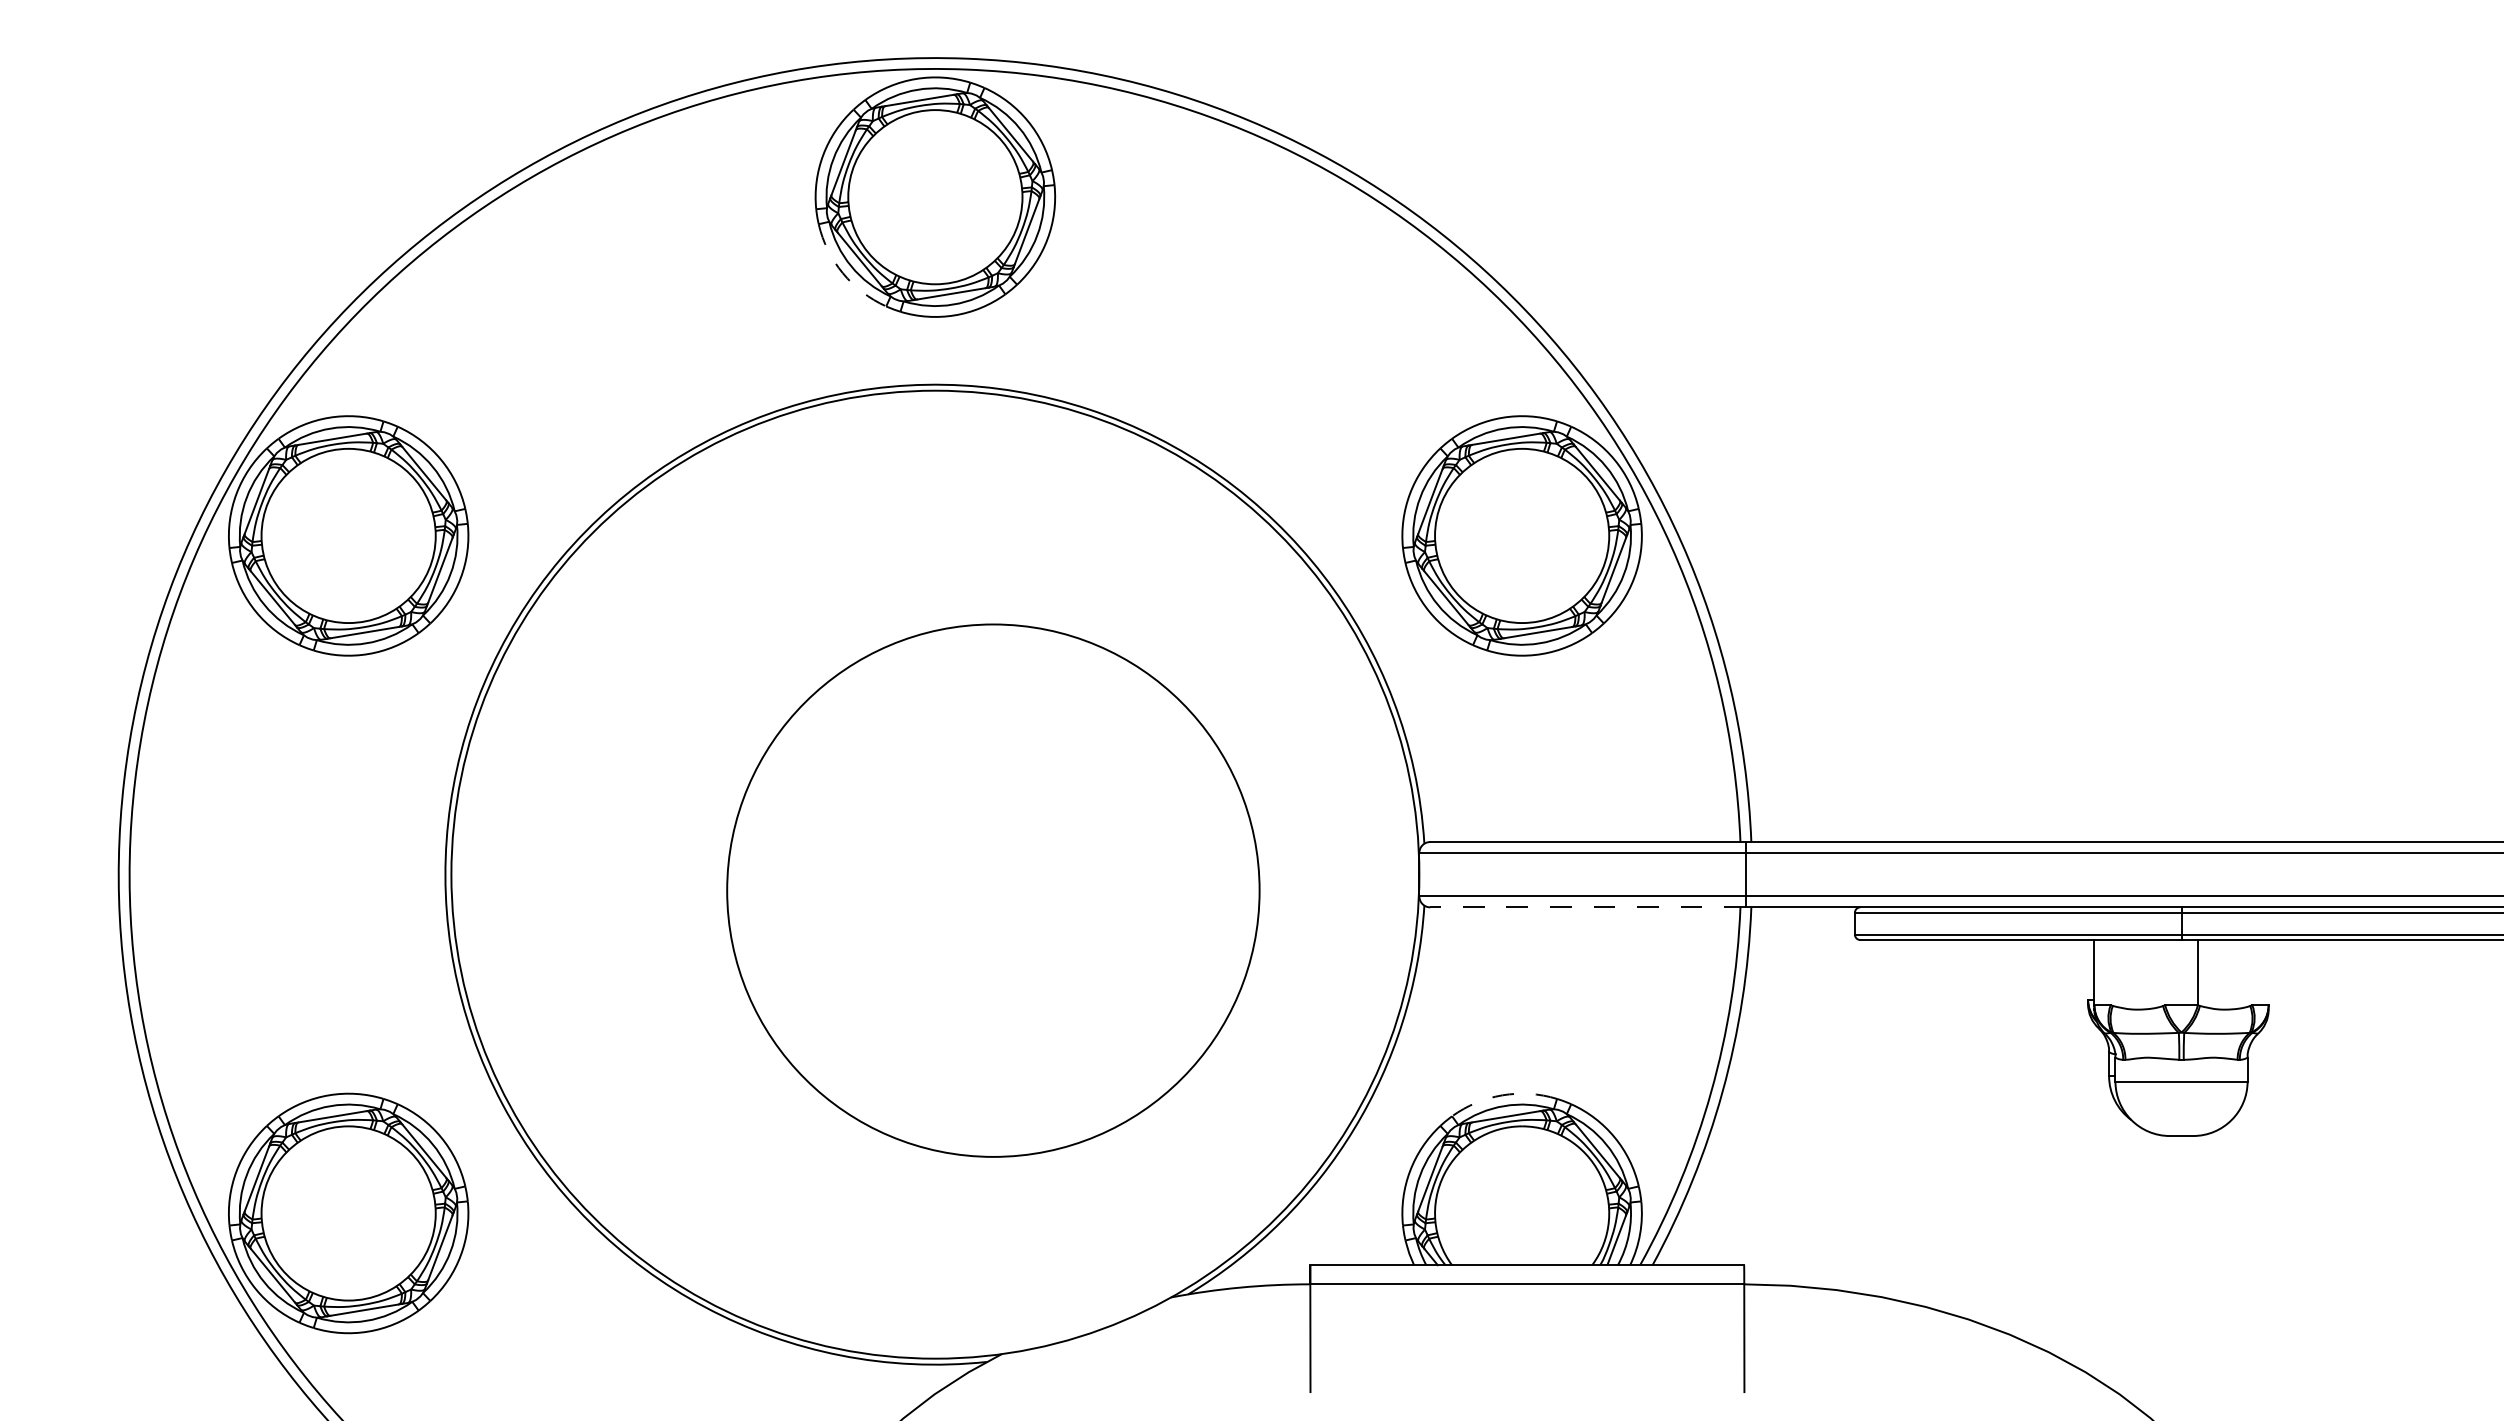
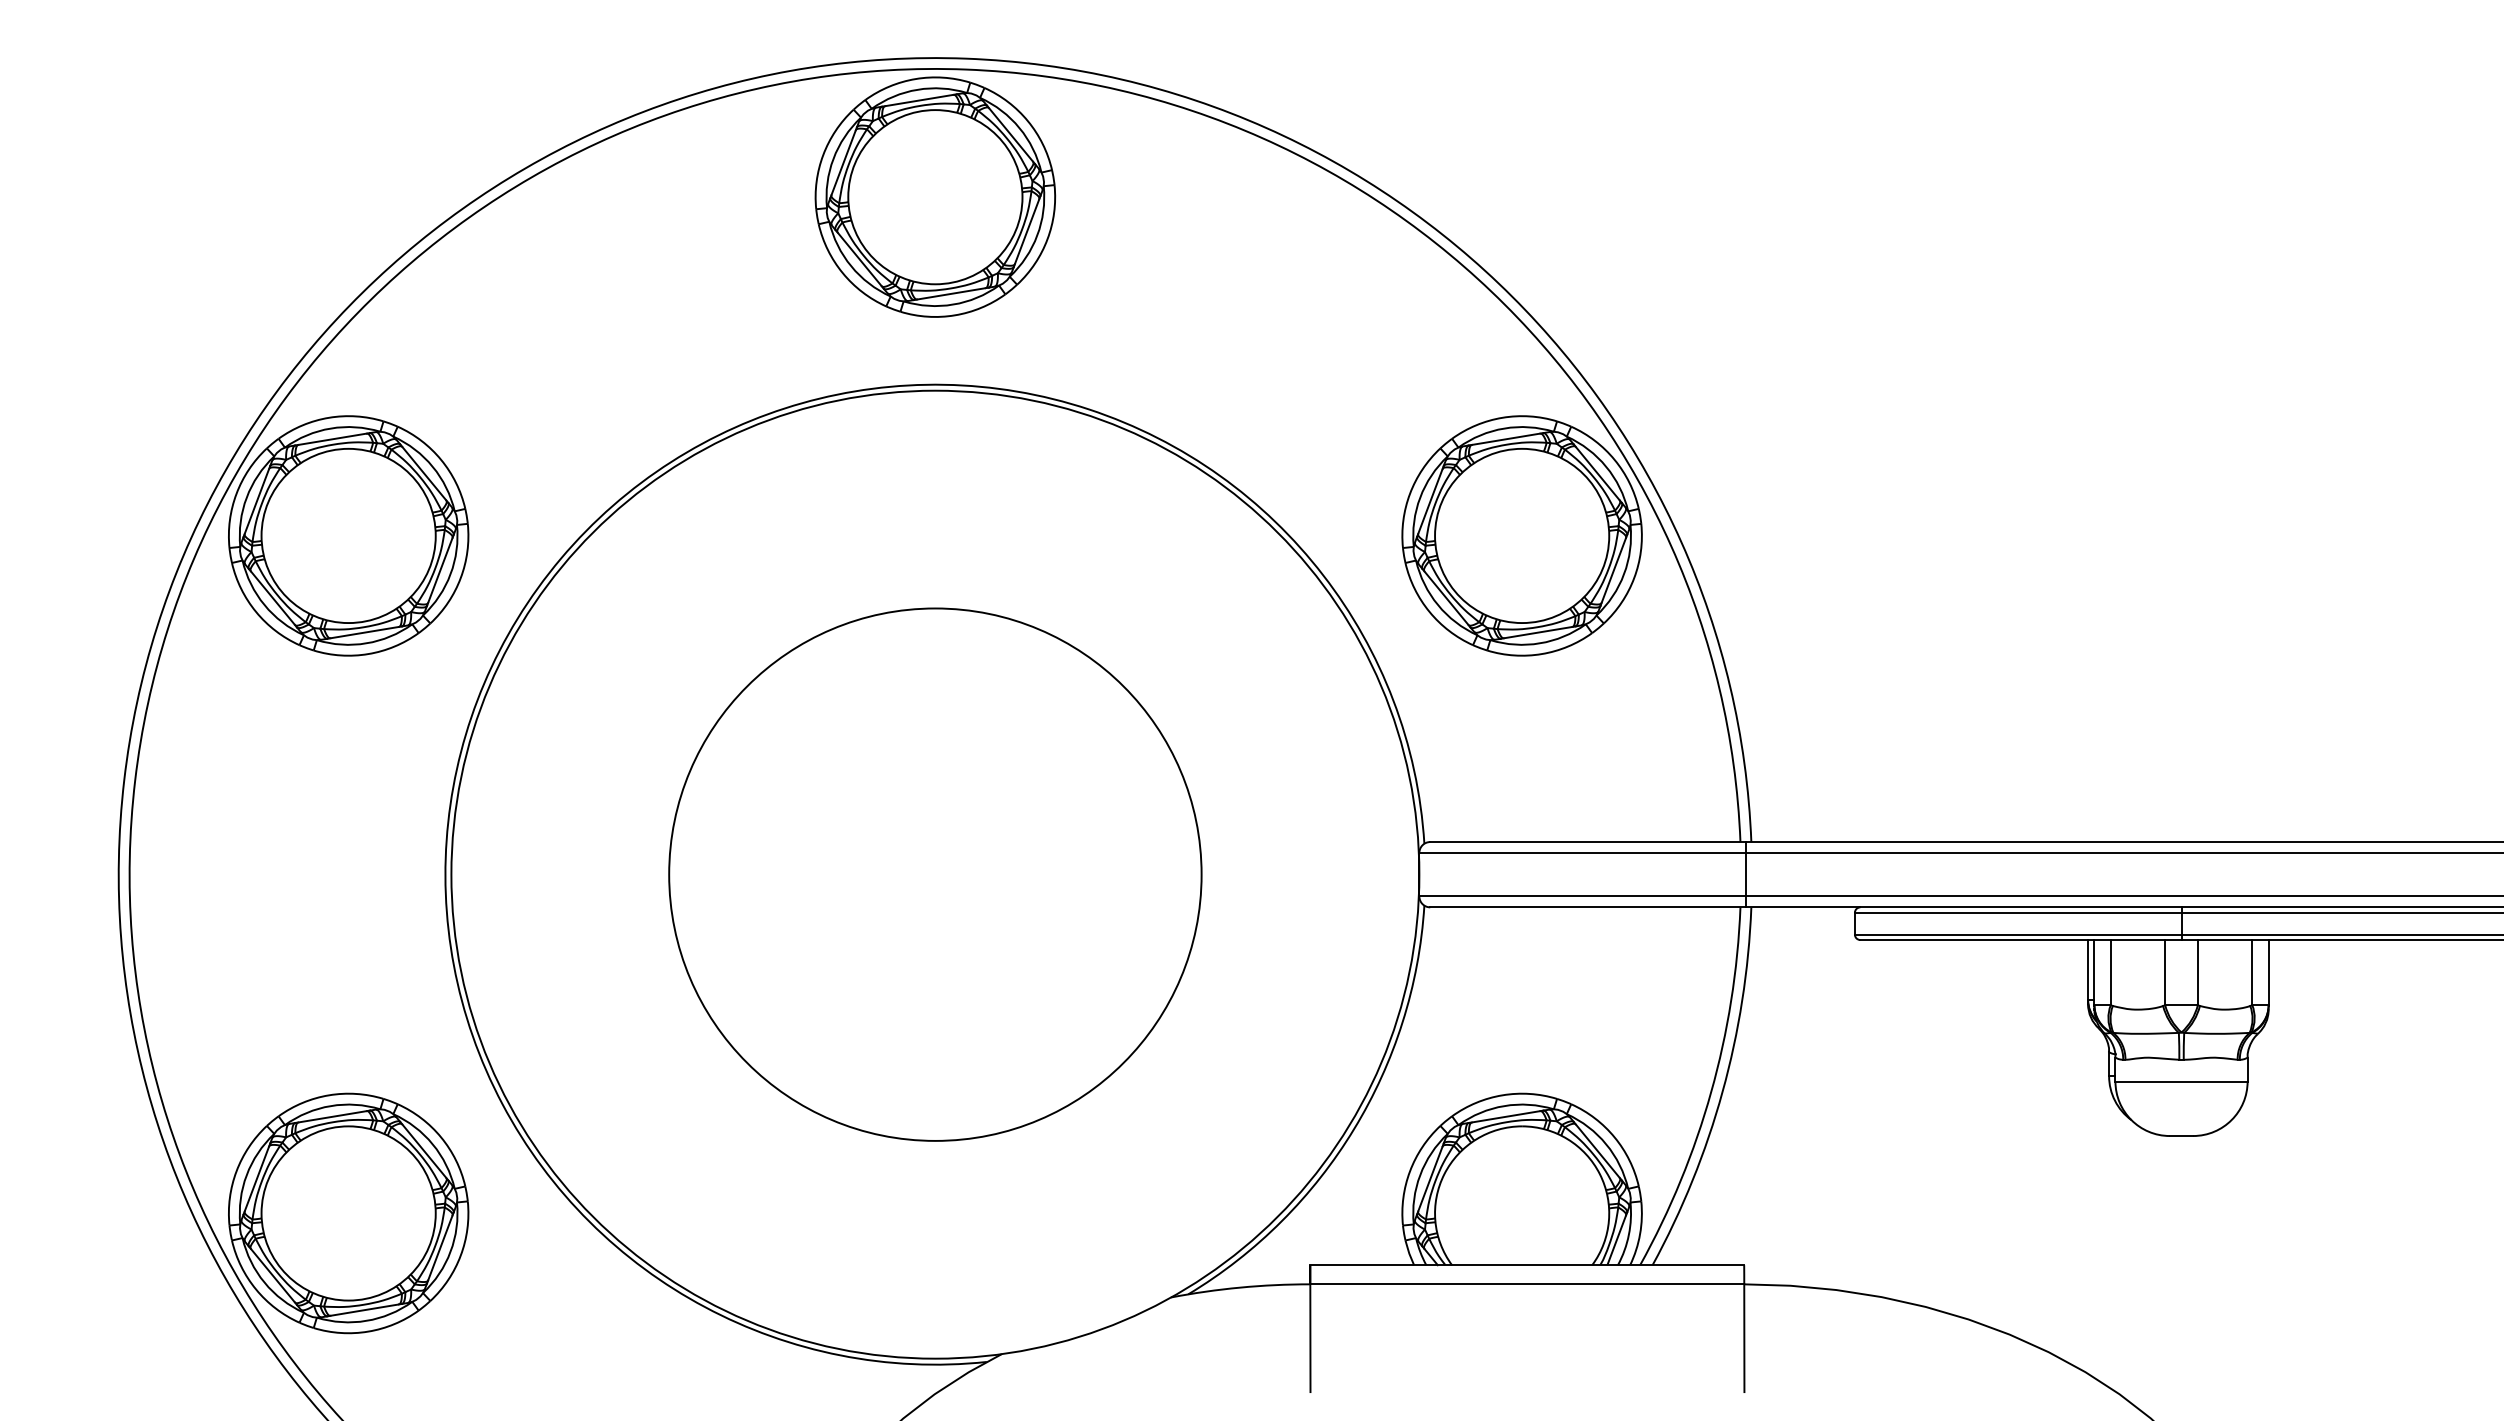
arc at (842, 273): dashed -> solid
circle at (993, 890) position: (993, 890) -> (935, 874)
line at (1588, 907): dashed -> solid
line at (2088, 969): none -> present
line at (2110, 972): none -> present
line at (2165, 972): none -> present
line at (2252, 972): none -> present
line at (2268, 972): none -> present
arc at (1502, 1095): dashed -> solid
